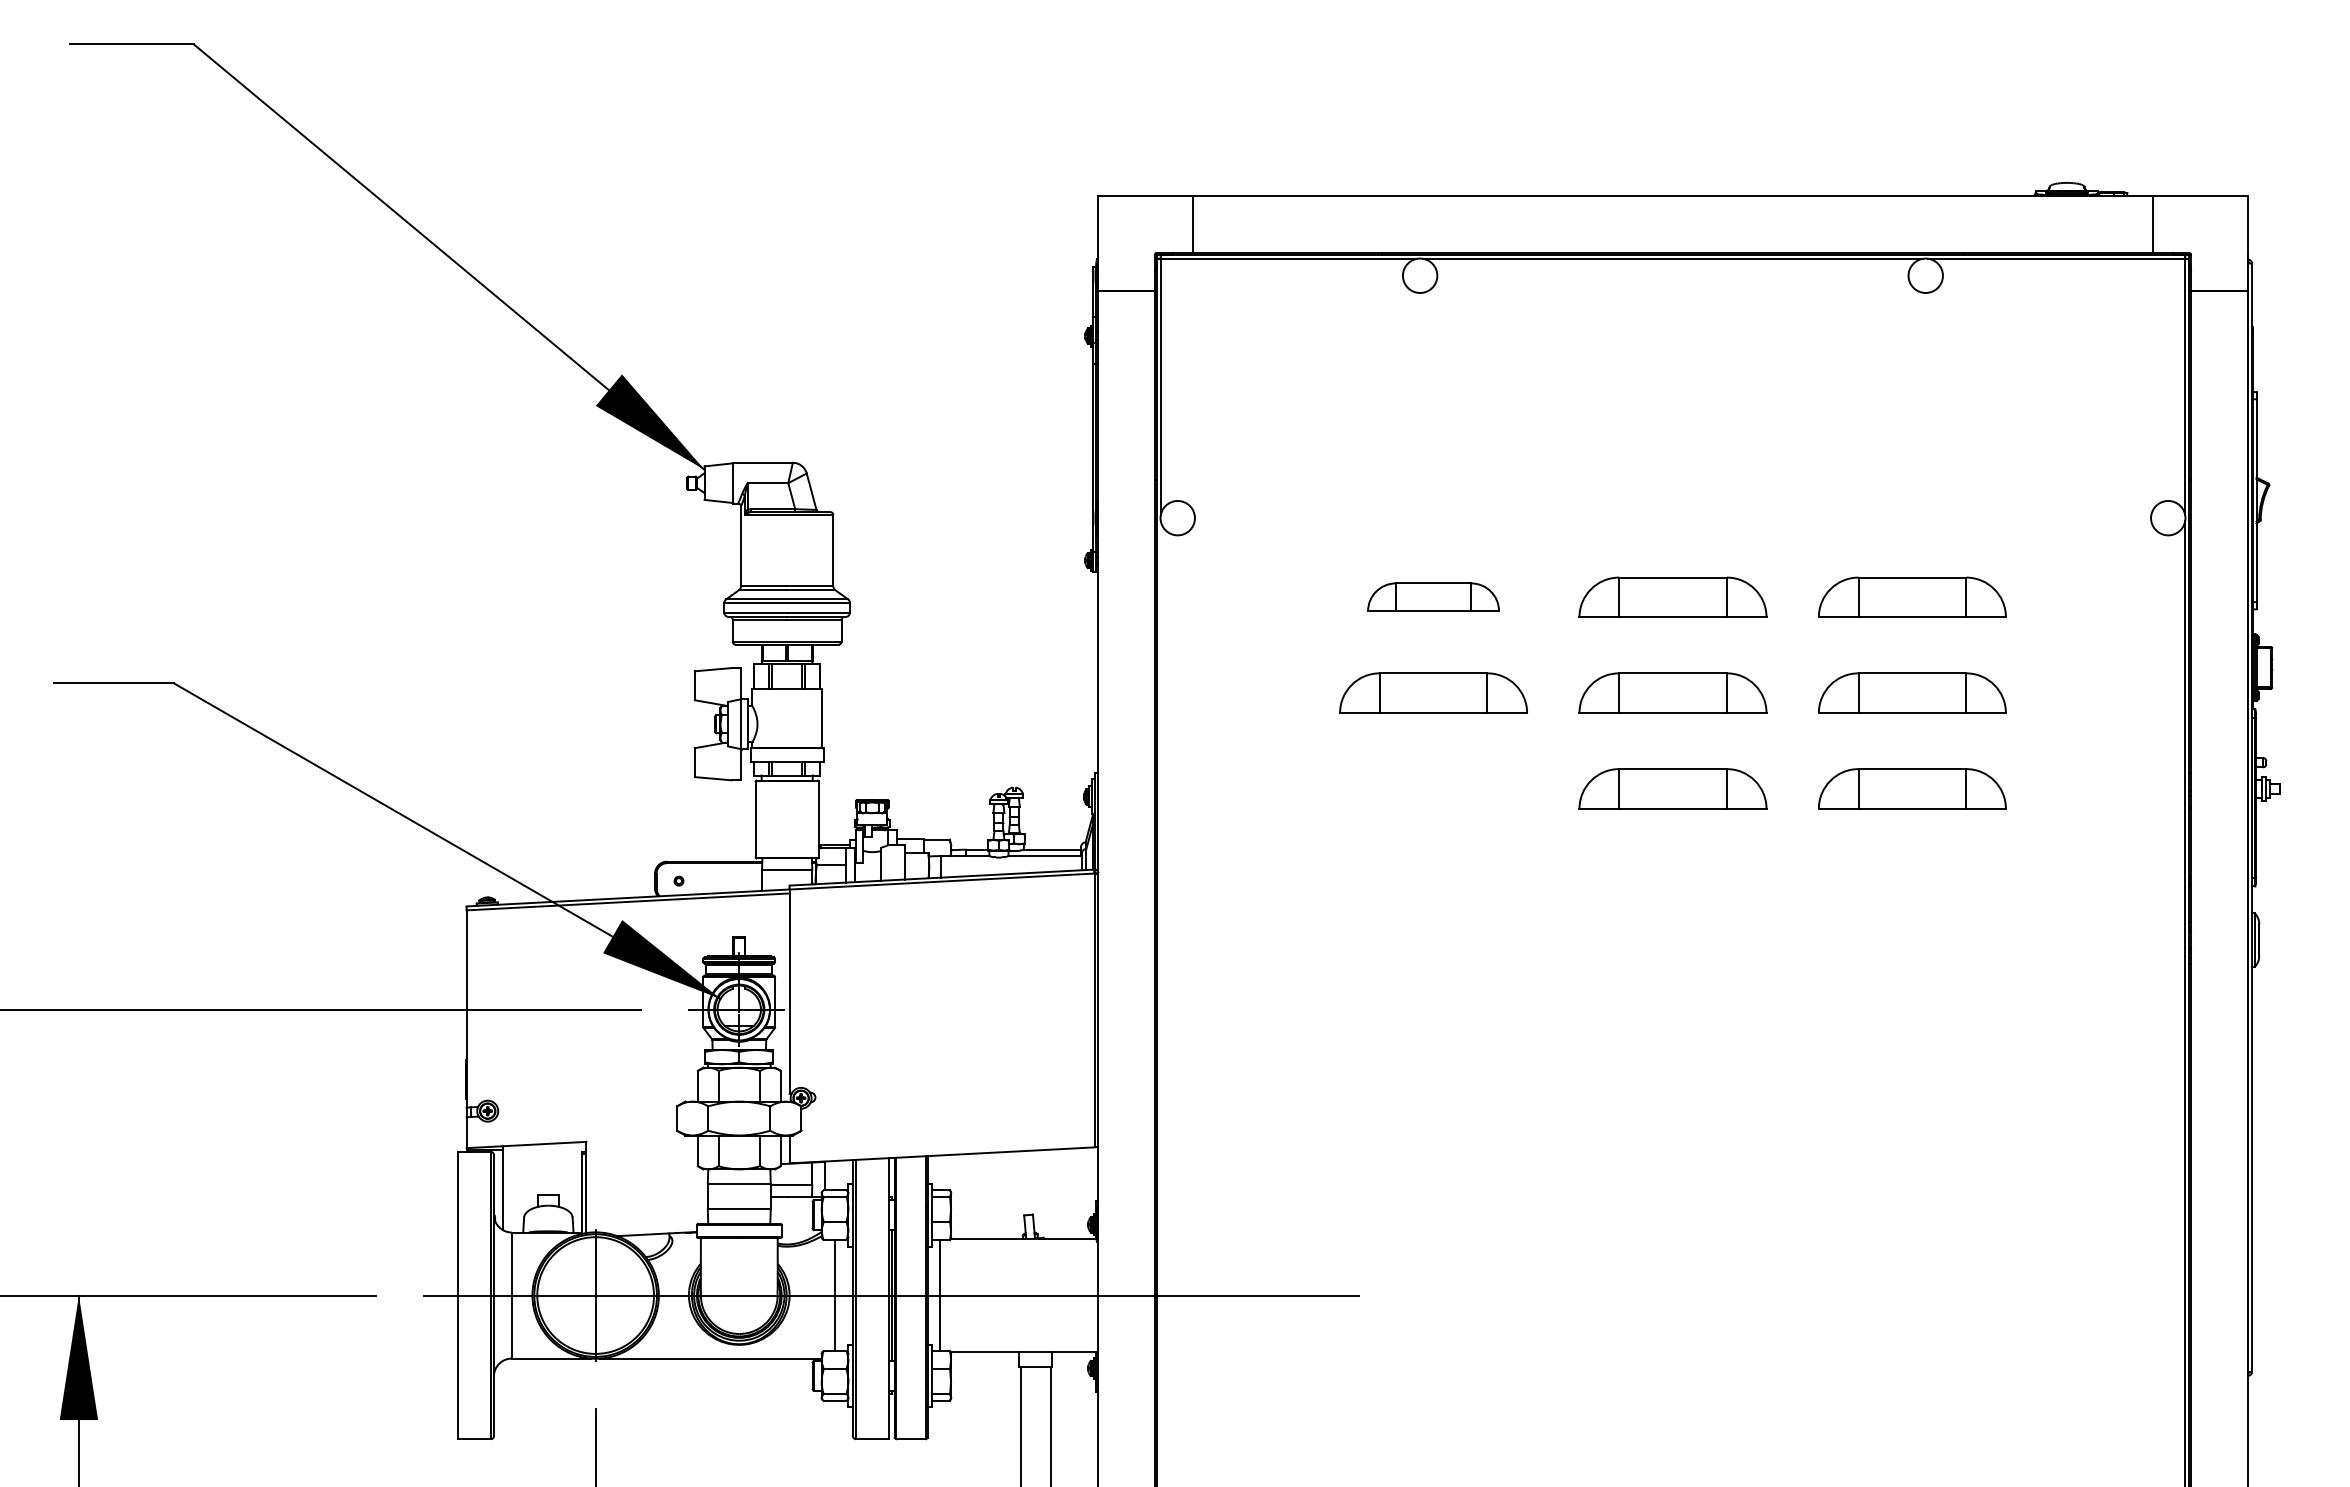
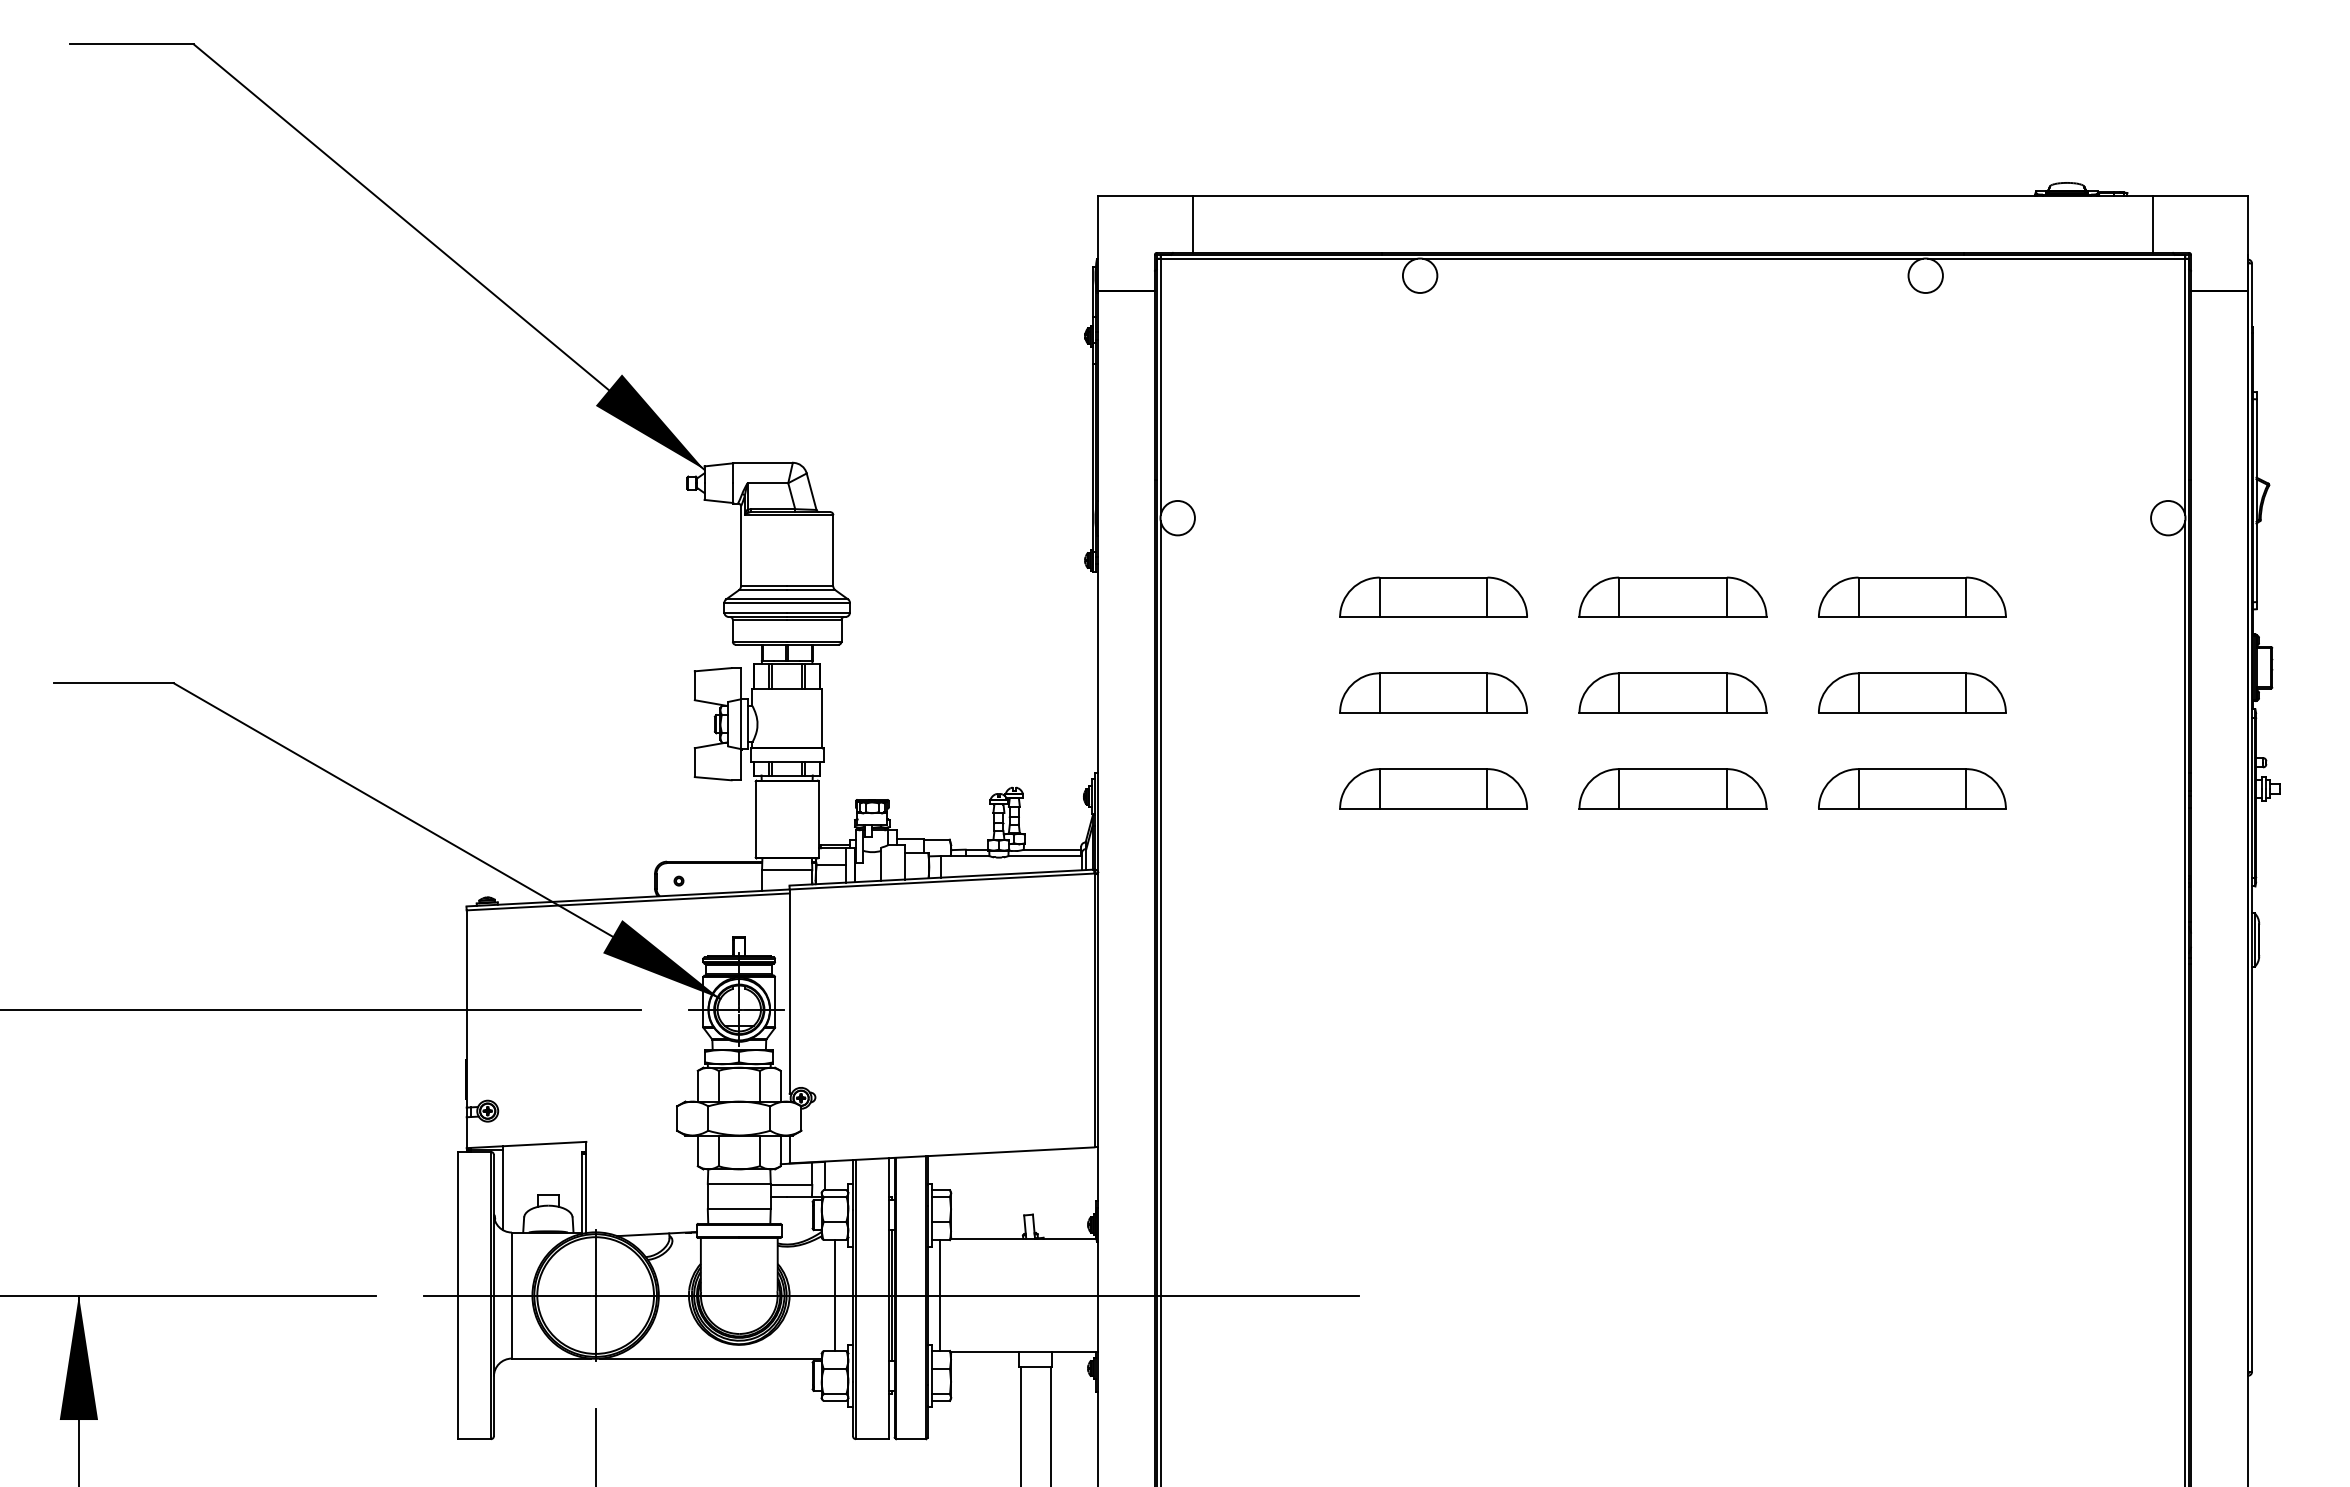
part at (1433, 596) size: 133x30 px -> 189x42 px
part at (1433, 788): none -> present
line at (1160, 1001): none -> present
